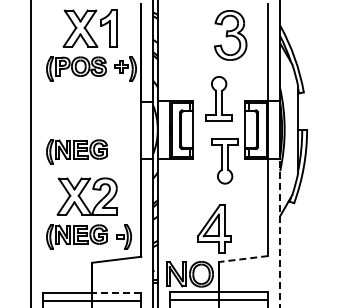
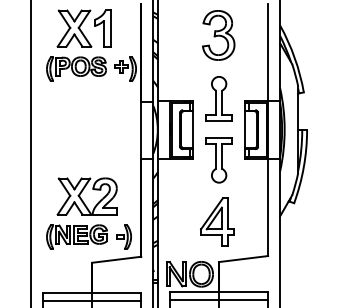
part at (89, 28) position: (89, 28) -> (83, 28)
part at (230, 35) position: (230, 35) -> (218, 35)
part at (76, 151): present -> none
part at (224, 161) position: (224, 161) -> (218, 160)
part at (214, 228) position: (214, 228) -> (217, 221)
line at (280, 233): dashed -> solid
line at (243, 259): dashed -> solid
line at (116, 292): dashed -> solid
